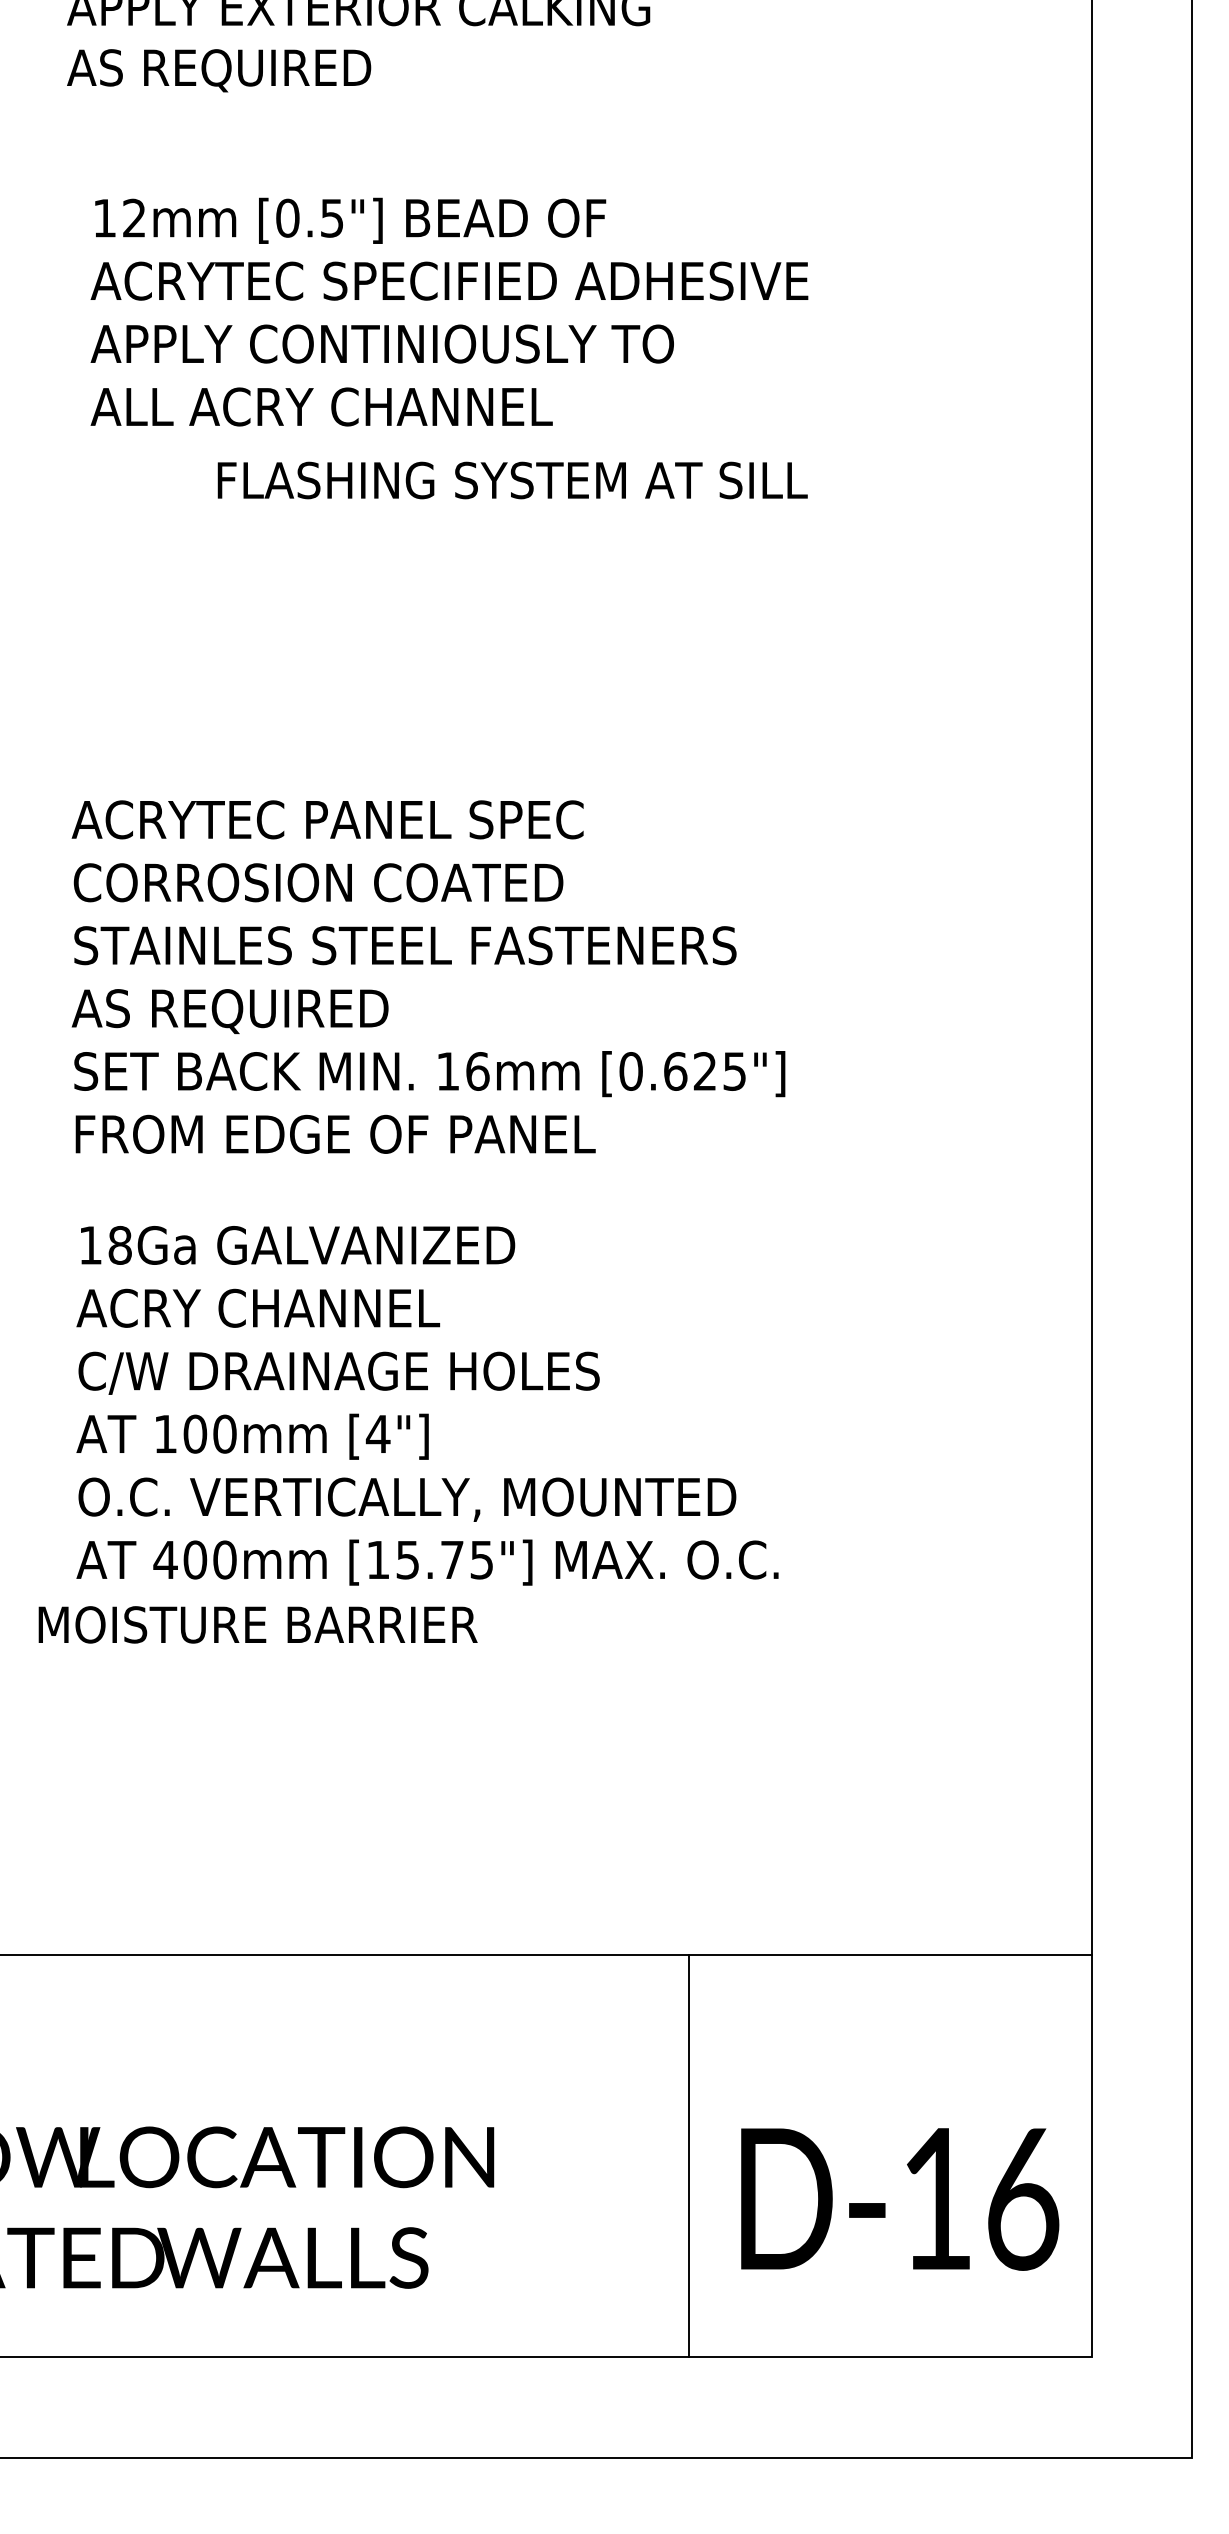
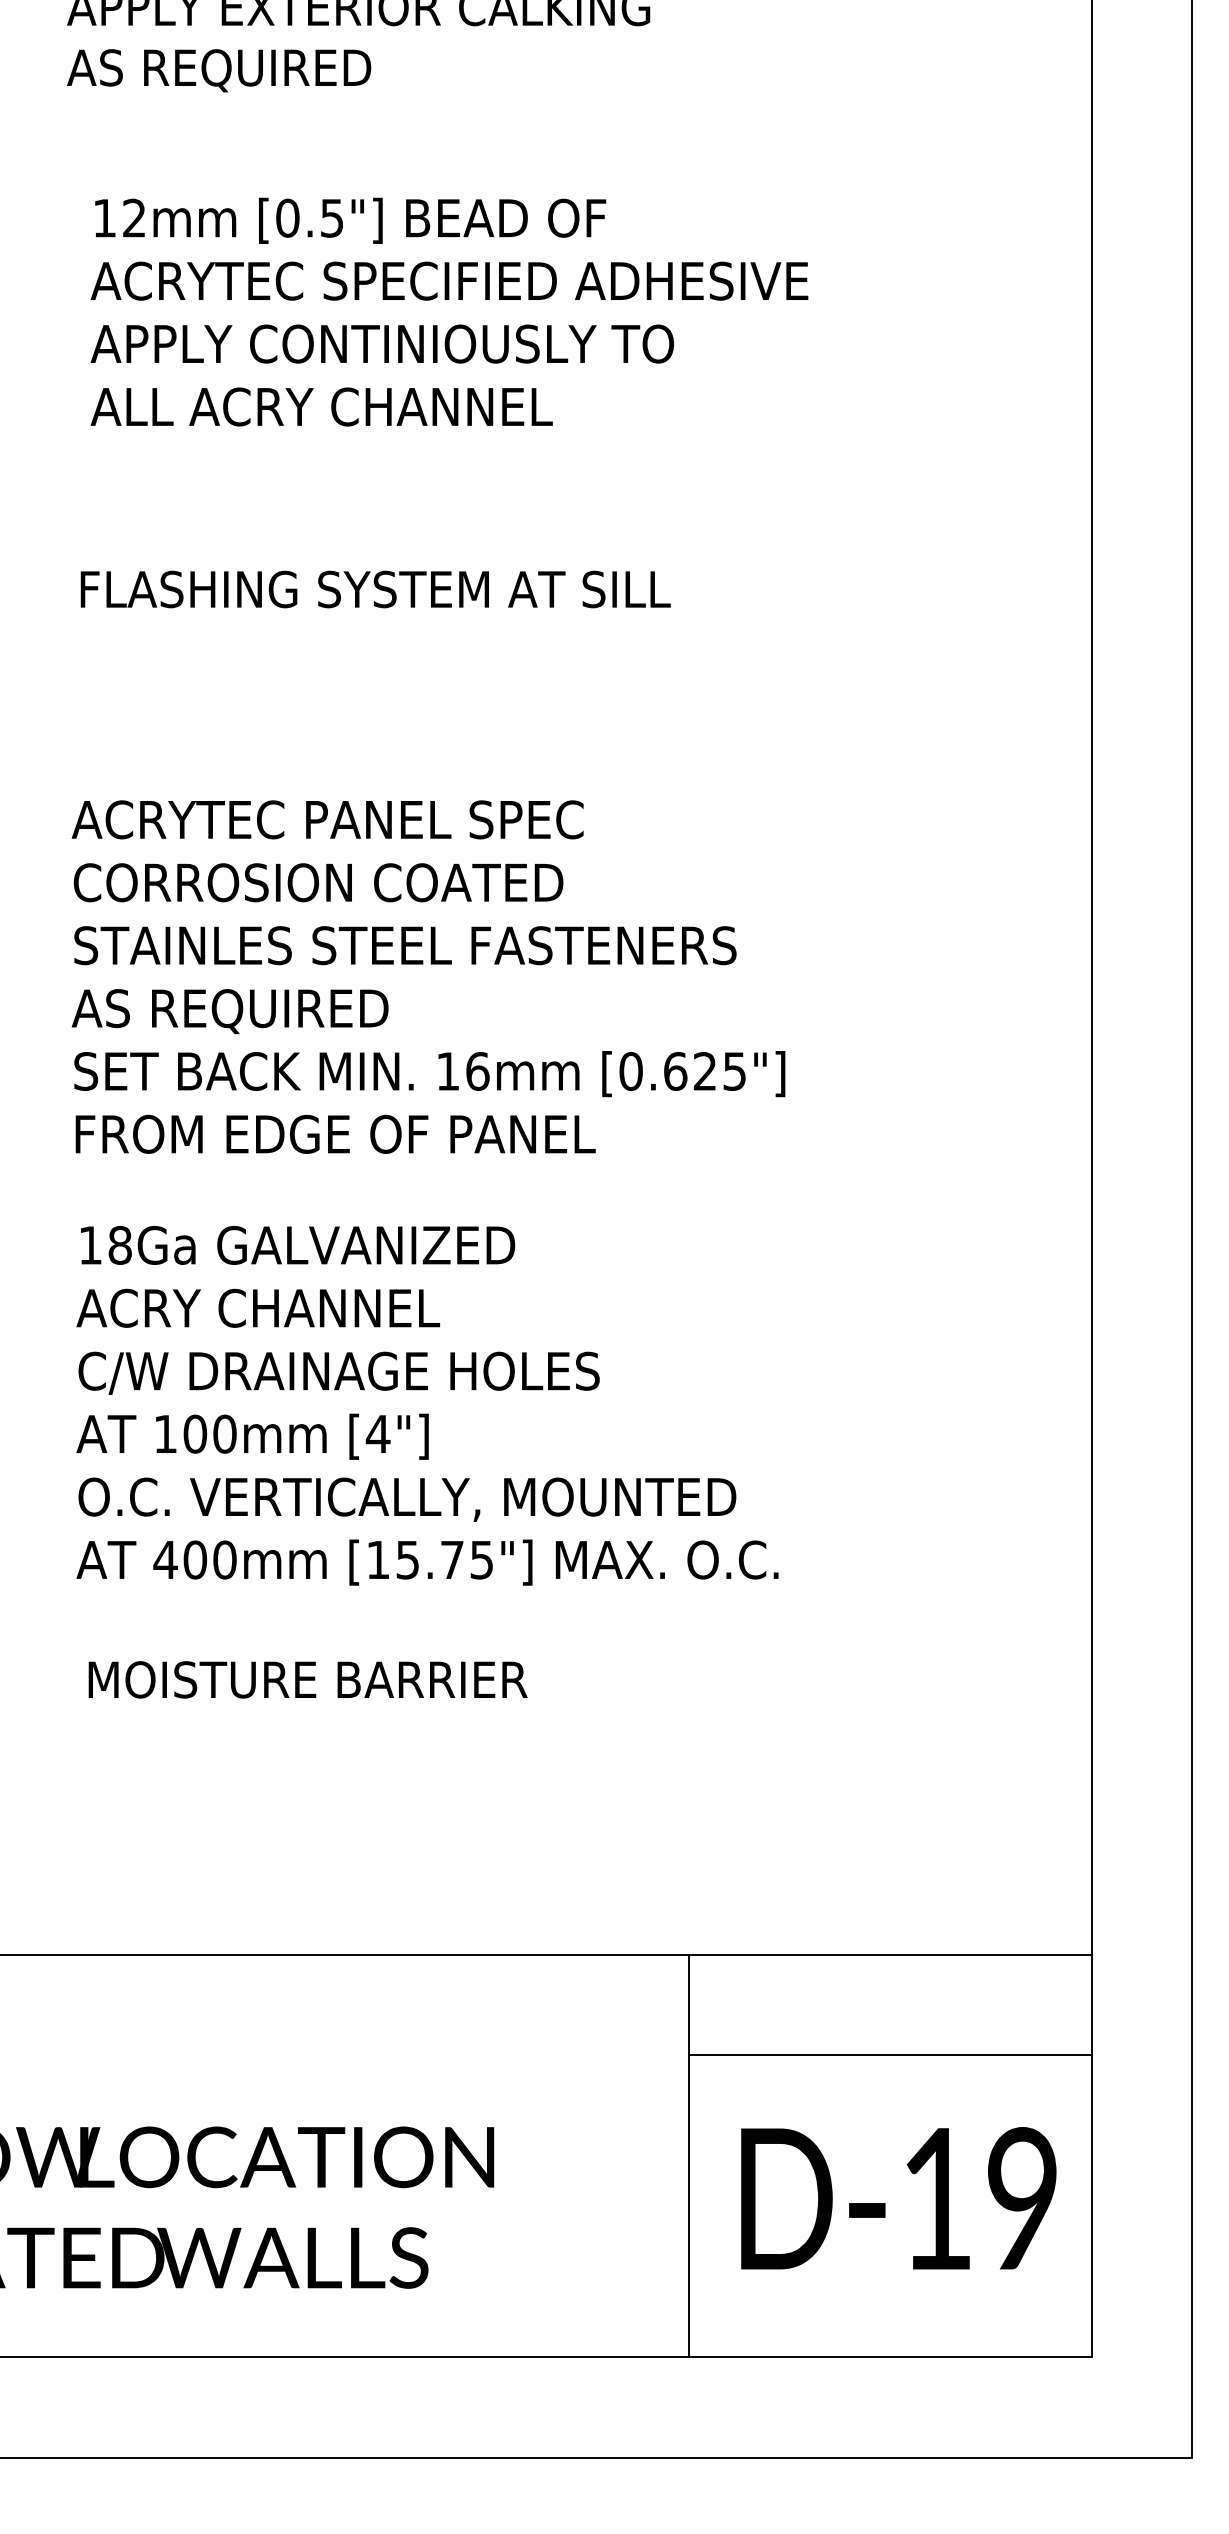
text at (512, 480) position: (512, 480) -> (375, 589)
text at (257, 1624) position: (257, 1624) -> (307, 1679)
line at (889, 2055): none -> present
text at (1023, 2198): D-16 -> D-19
